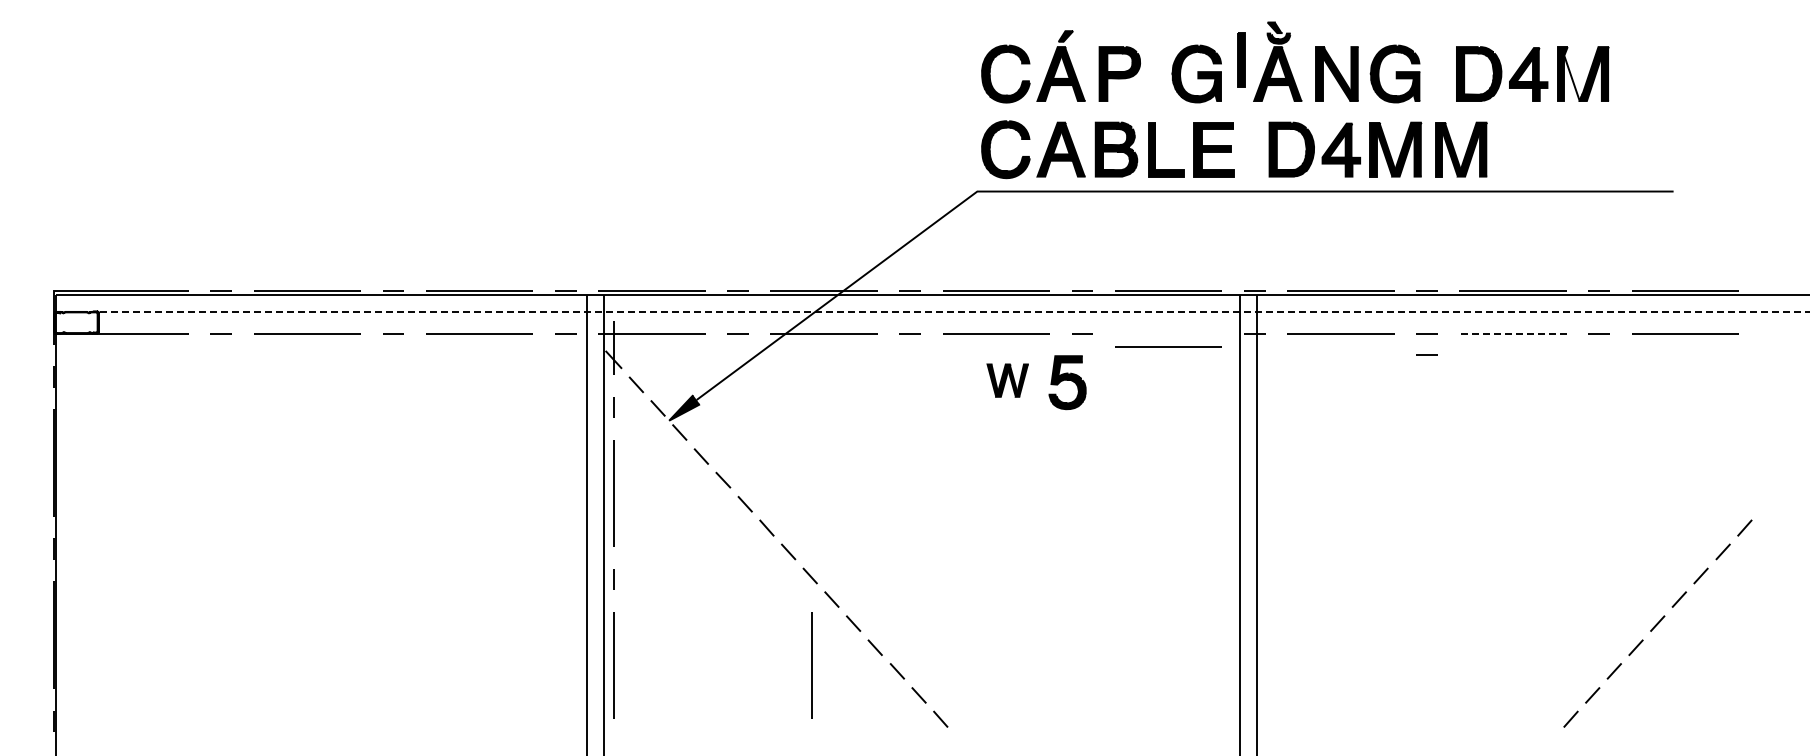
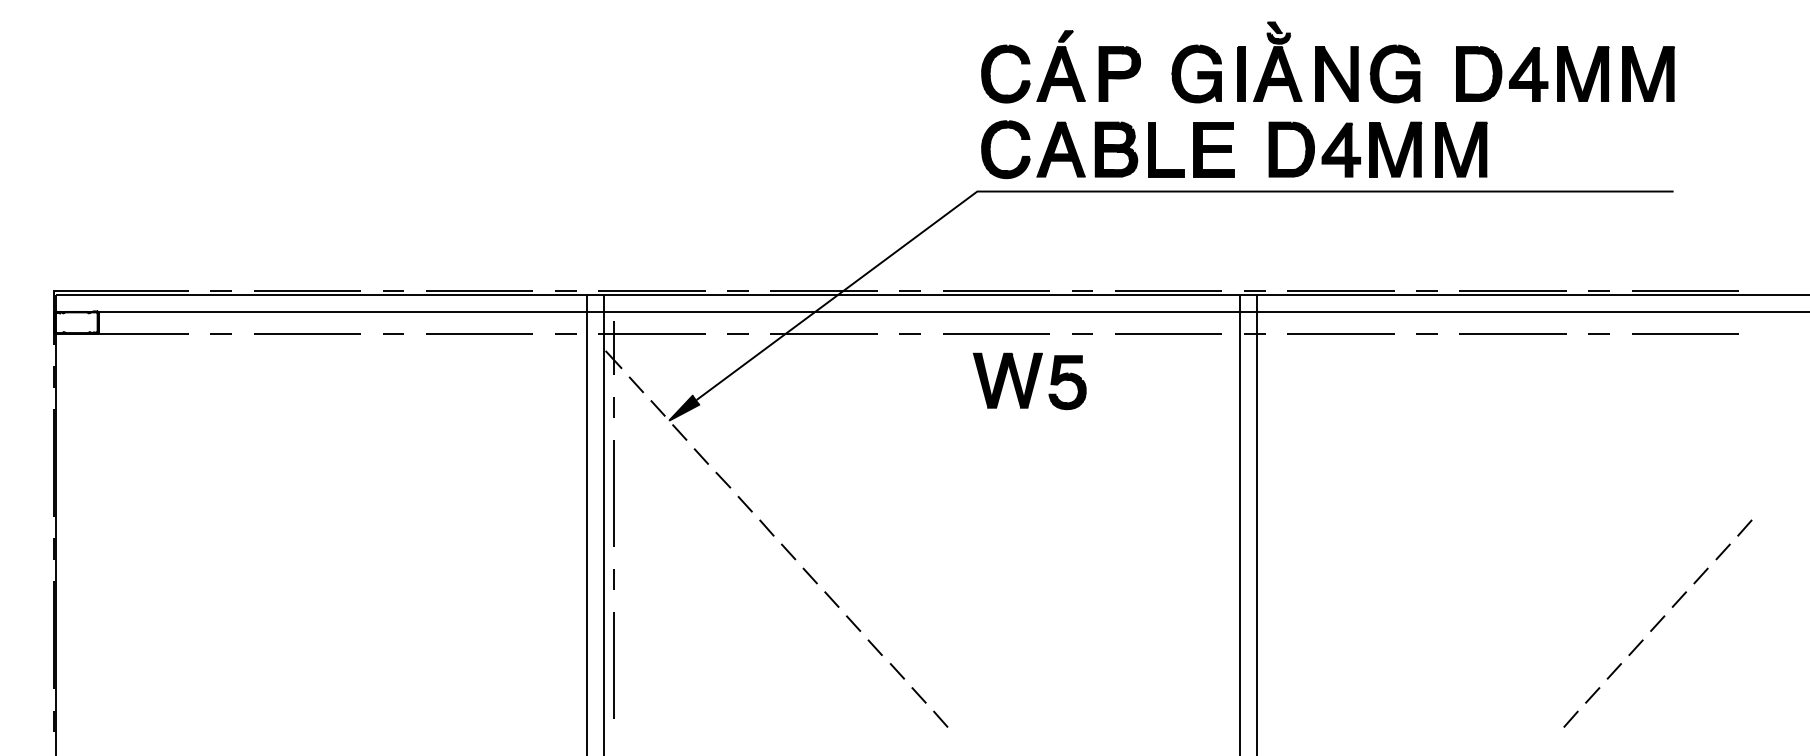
part at (1241, 59) position: (1241, 59) -> (1241, 73)
part at (1648, 73): none -> present
fill at (1573, 74): none -> present
line at (932, 311): dashed -> solid
line at (1513, 333): dashed -> solid
line at (1168, 346) position: (1168, 346) -> (1168, 333)
line at (1426, 354): present -> none
part at (1007, 380) size: 43x35 px -> 70x57 px
line at (811, 665): present -> none
